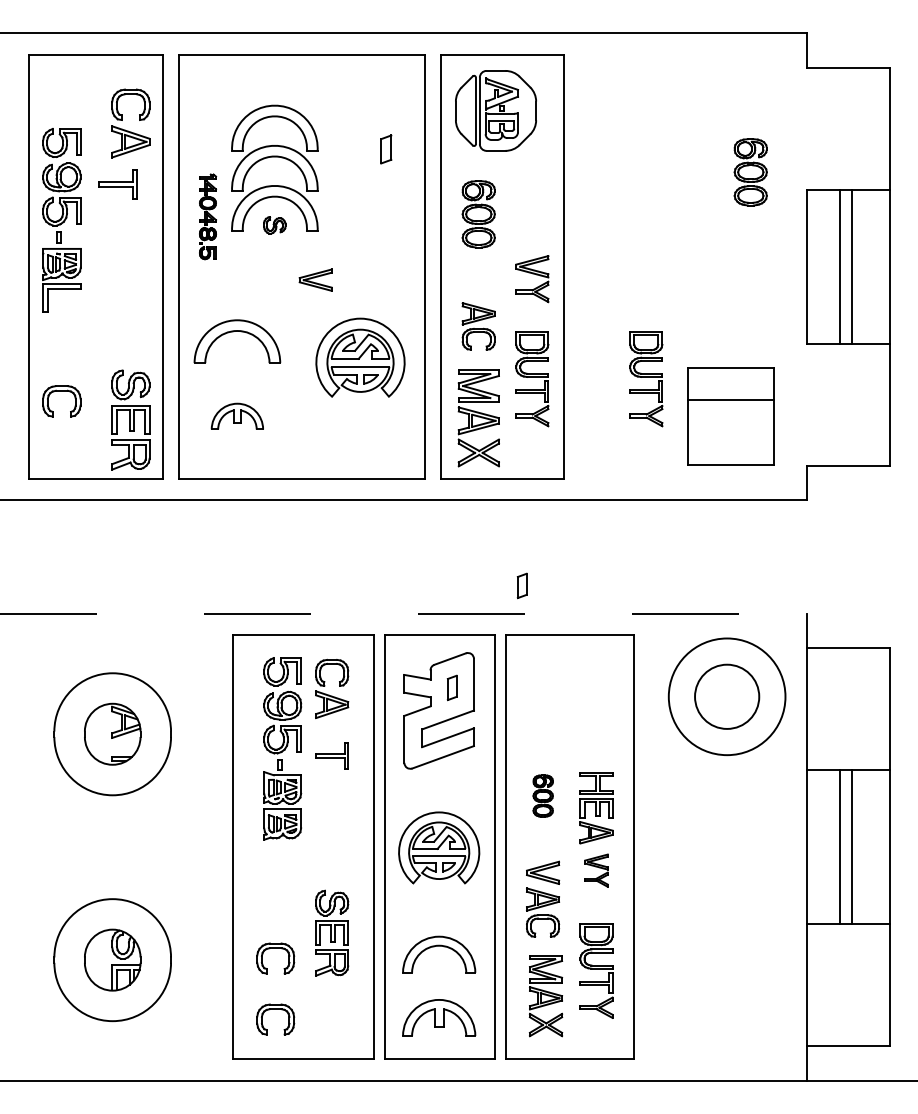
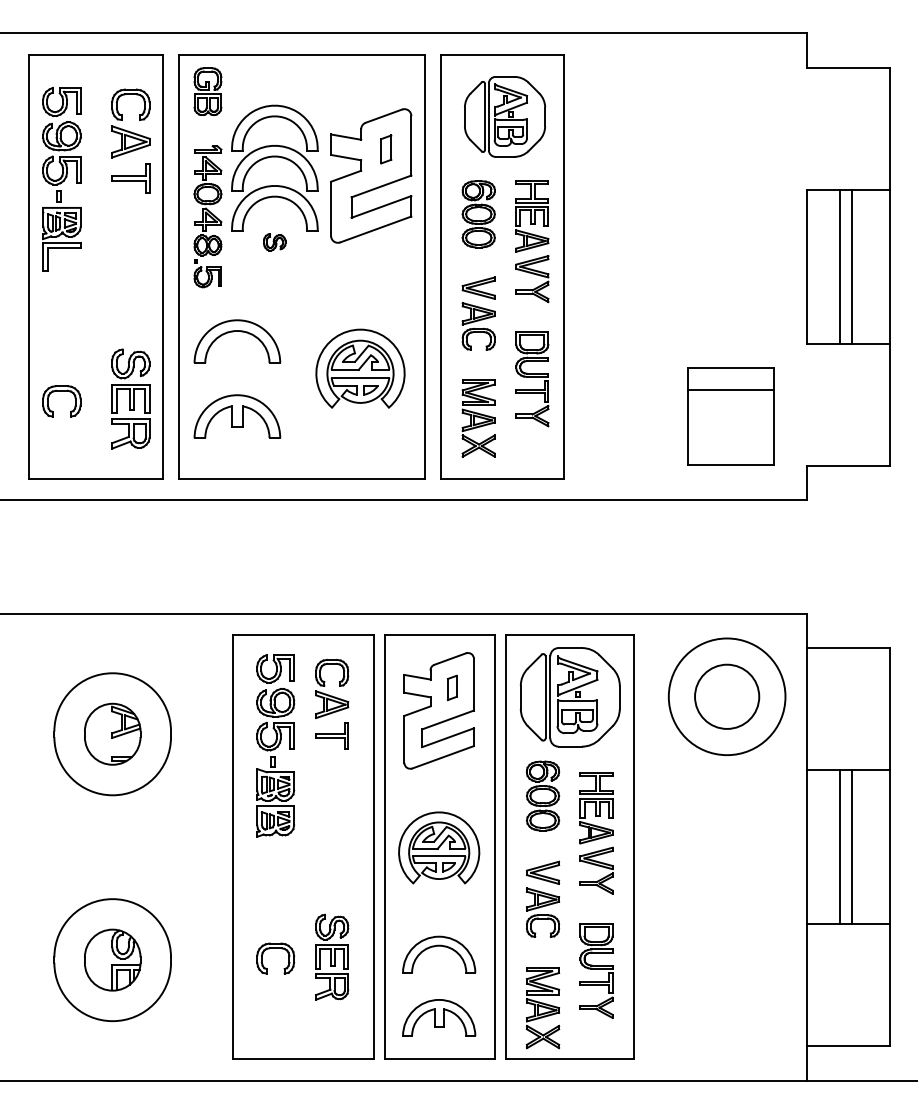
part at (207, 91): none -> present
part at (495, 110) position: (495, 110) -> (504, 116)
part at (750, 172): present -> none
part at (371, 175): none -> present
part at (117, 184) position: (117, 184) -> (130, 178)
part at (208, 216) size: 19x88 px -> 30x144 px
part at (532, 216): none -> present
part at (61, 220) position: (61, 220) -> (61, 179)
part at (274, 225) position: (274, 225) -> (274, 242)
part at (315, 279) position: (315, 279) -> (478, 287)
part at (360, 357) position: (360, 357) -> (360, 368)
part at (646, 379): present -> none
line at (730, 399) position: (730, 399) -> (730, 389)
part at (236, 415) size: 54x28 px -> 89x45 px
part at (478, 418) size: 43x99 px -> 35x79 px
part at (130, 419) position: (130, 419) -> (130, 398)
part at (521, 585): present -> none
line at (404, 613): dashed -> solid
part at (569, 697): none -> present
part at (282, 748) position: (282, 748) -> (275, 745)
part at (331, 755) position: (331, 755) -> (331, 735)
part at (542, 795) size: 22x44 px -> 35x72 px
part at (596, 870) size: 25x35 px -> 35x49 px
part at (332, 932) position: (332, 932) -> (332, 956)
part at (545, 996) position: (545, 996) -> (542, 1008)
part at (275, 1009): present -> none
